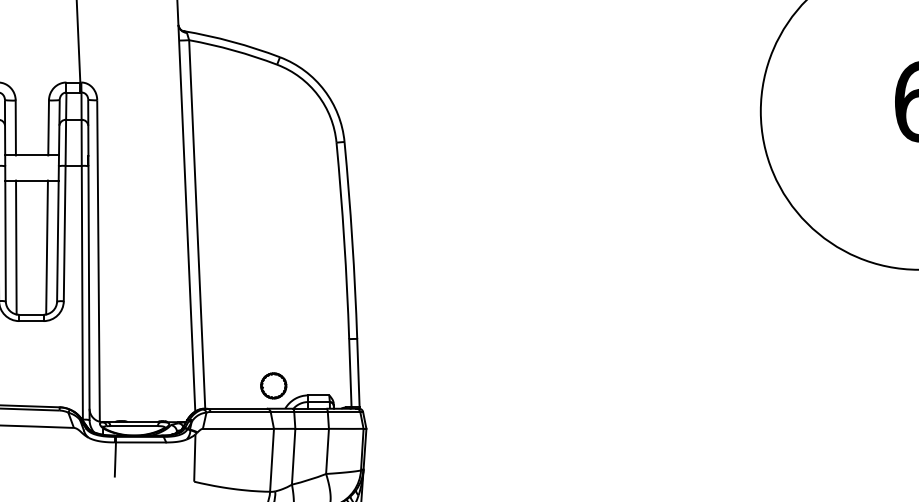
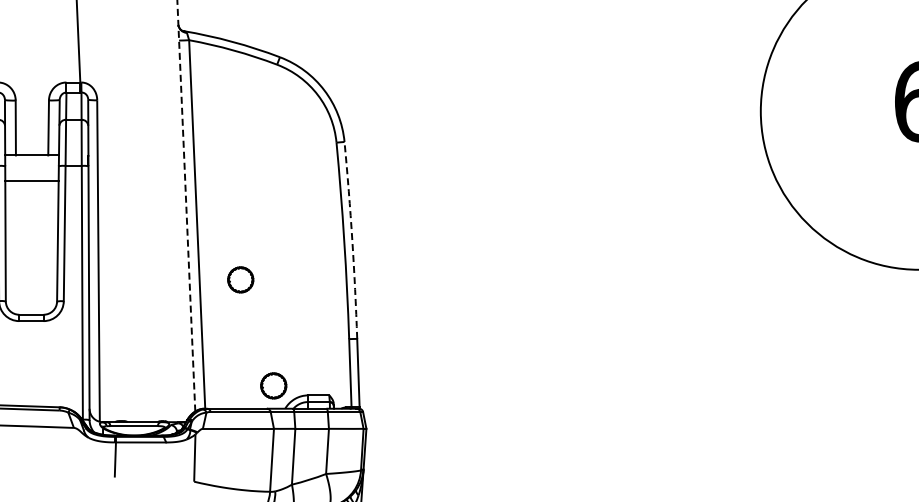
line at (186, 205): solid -> dashed
arc at (352, 240): solid -> dashed
line at (16, 247): present -> none
line at (46, 247): present -> none
circle at (240, 279): none -> present
